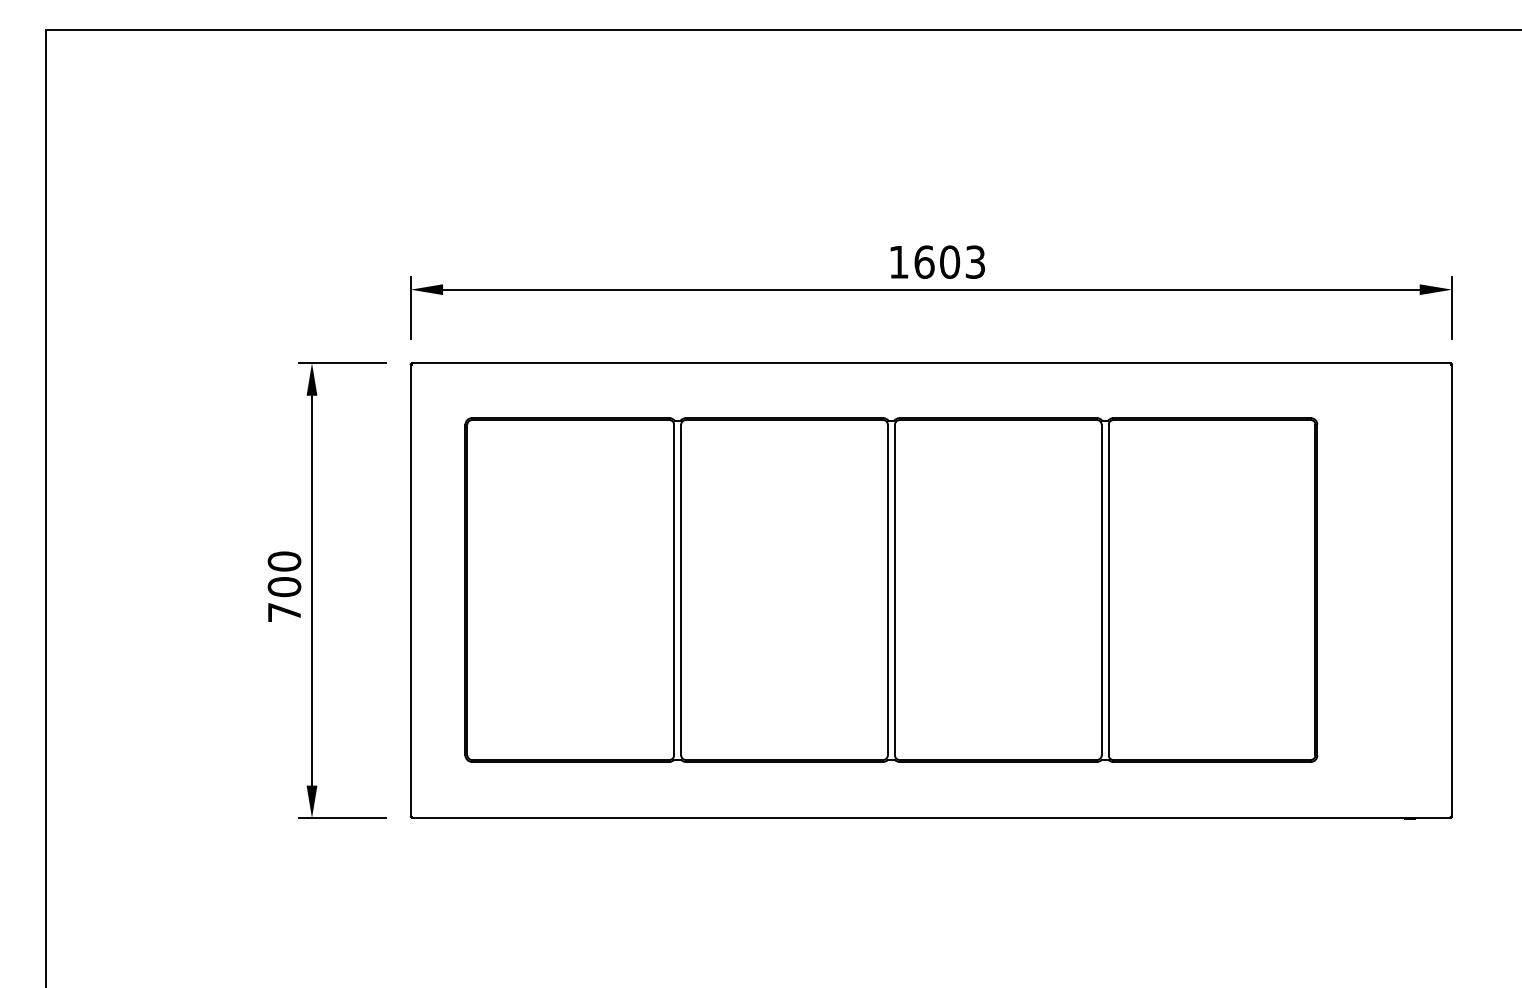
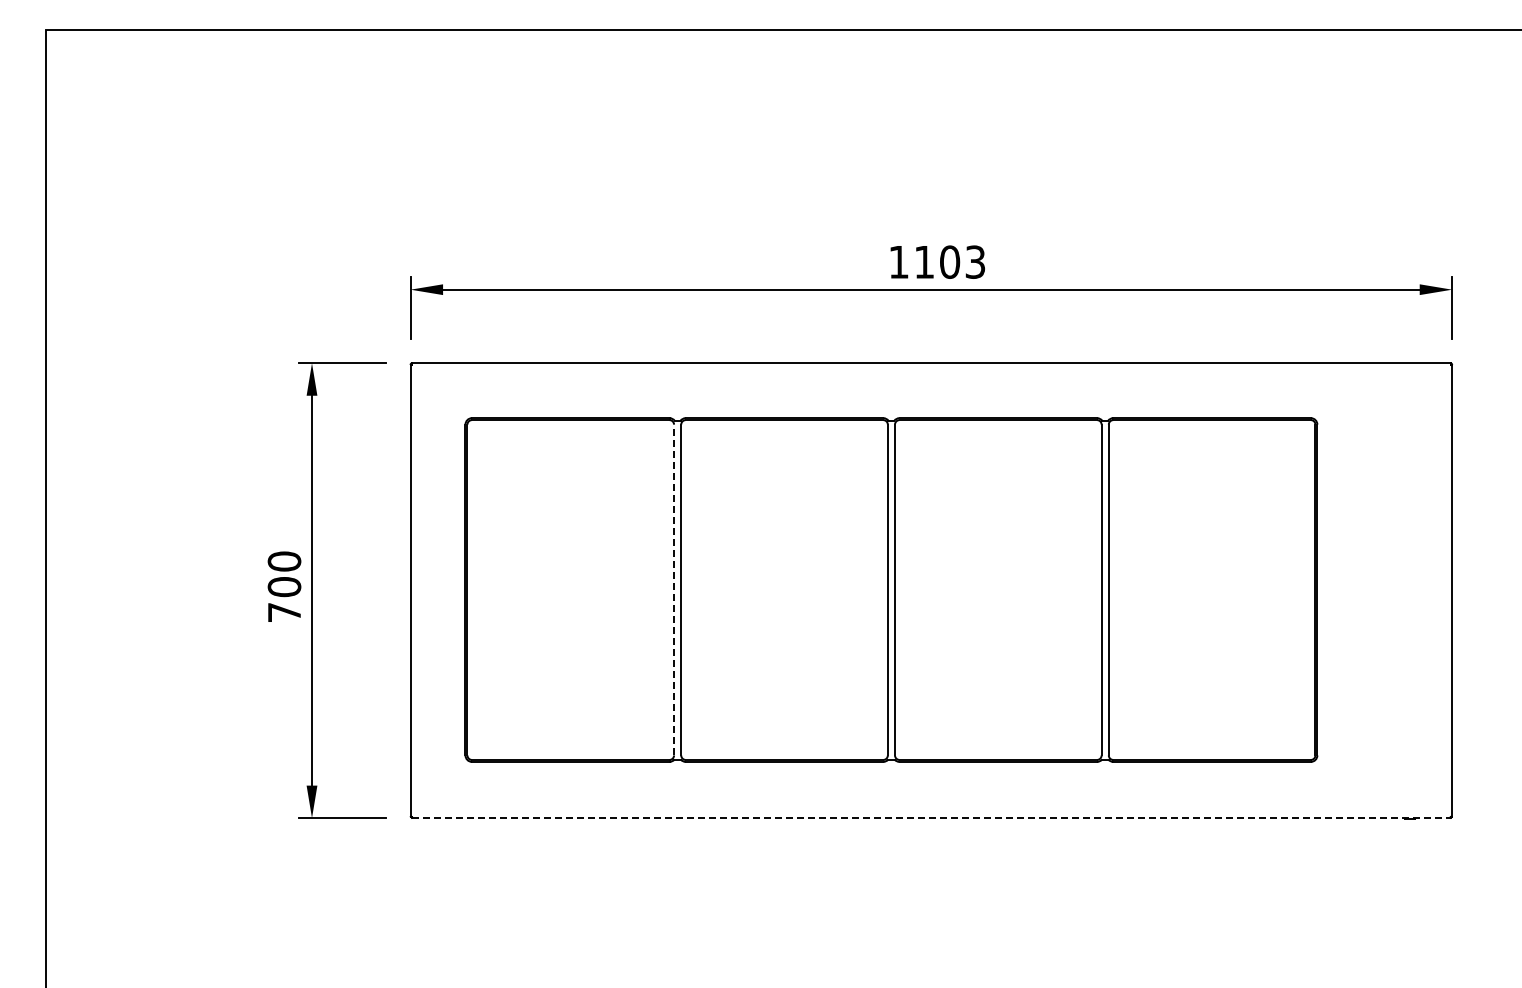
text at (924, 261): 1603 -> 1103
line at (674, 589): solid -> dashed
line at (931, 818): solid -> dashed
